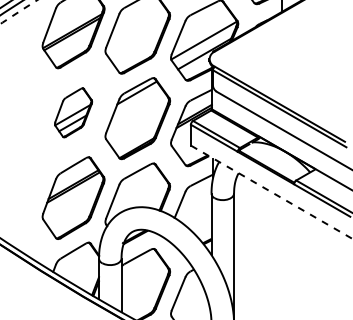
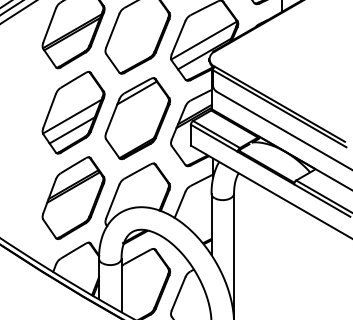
arc at (18, 12): dashed -> solid
part at (73, 112) size: 40x52 px -> 65x84 px
line at (271, 192): dashed -> solid
